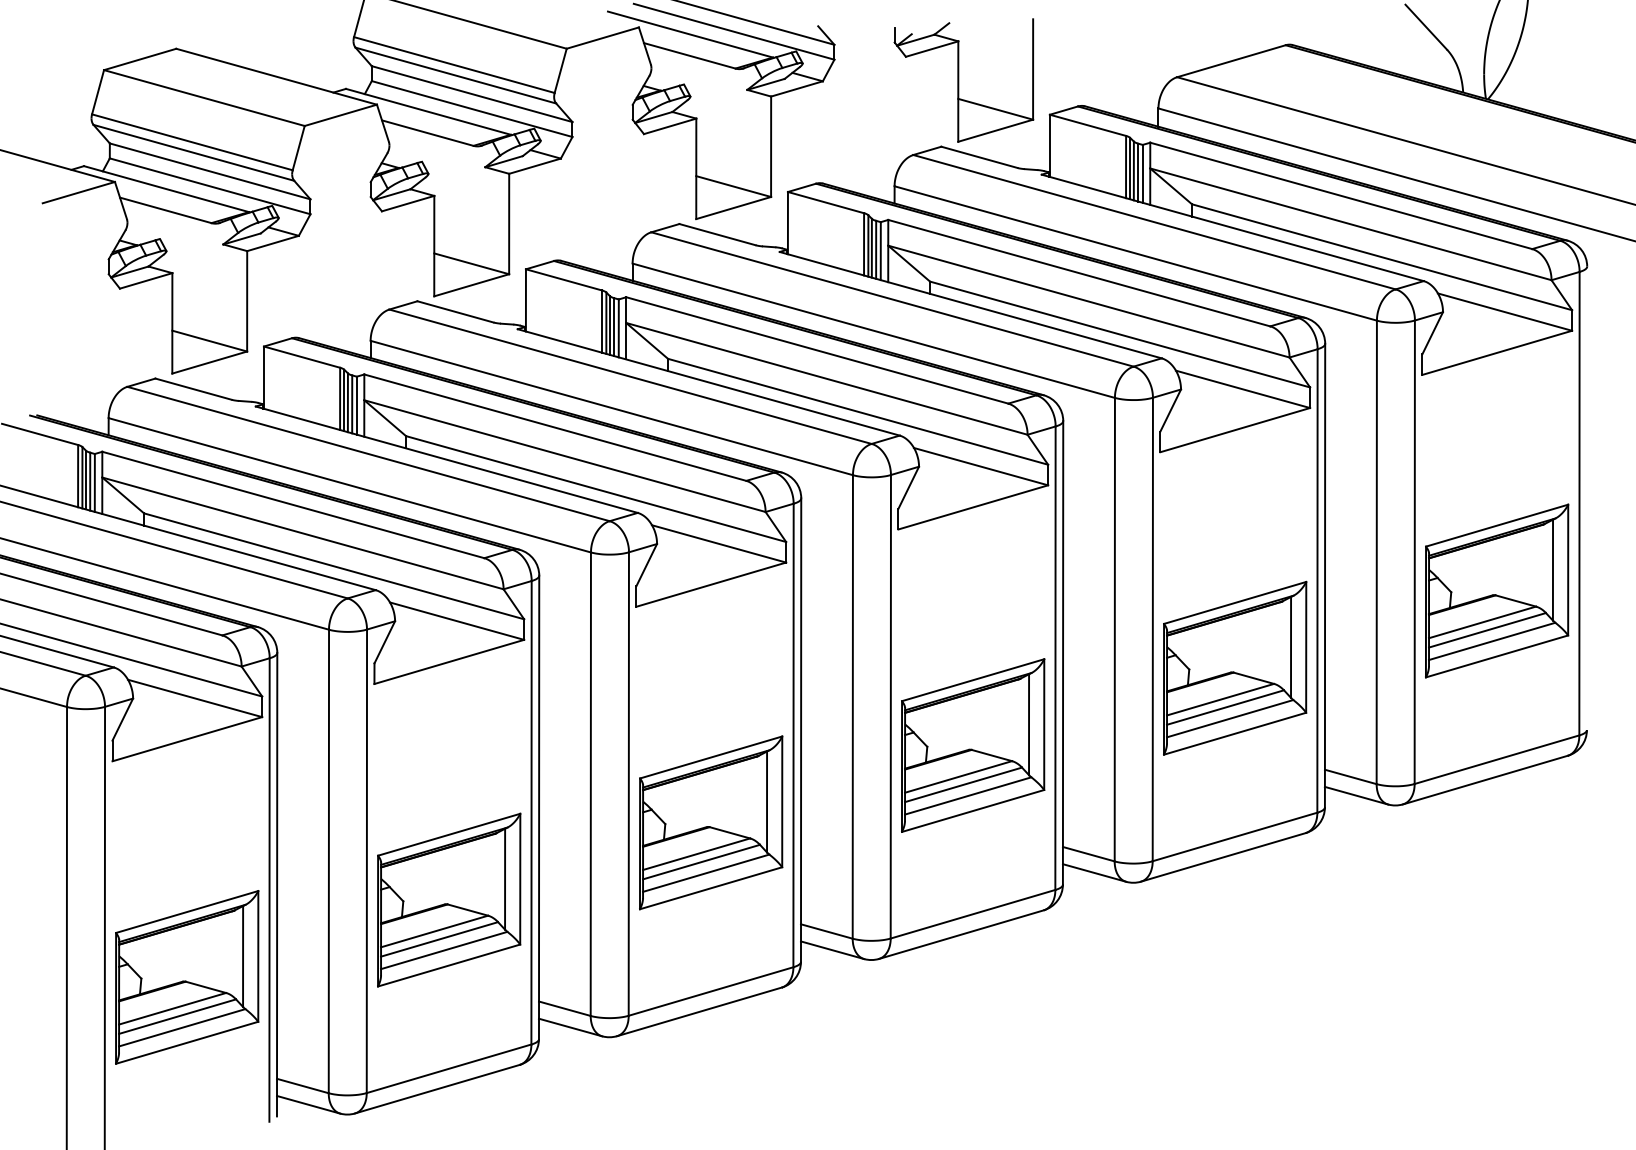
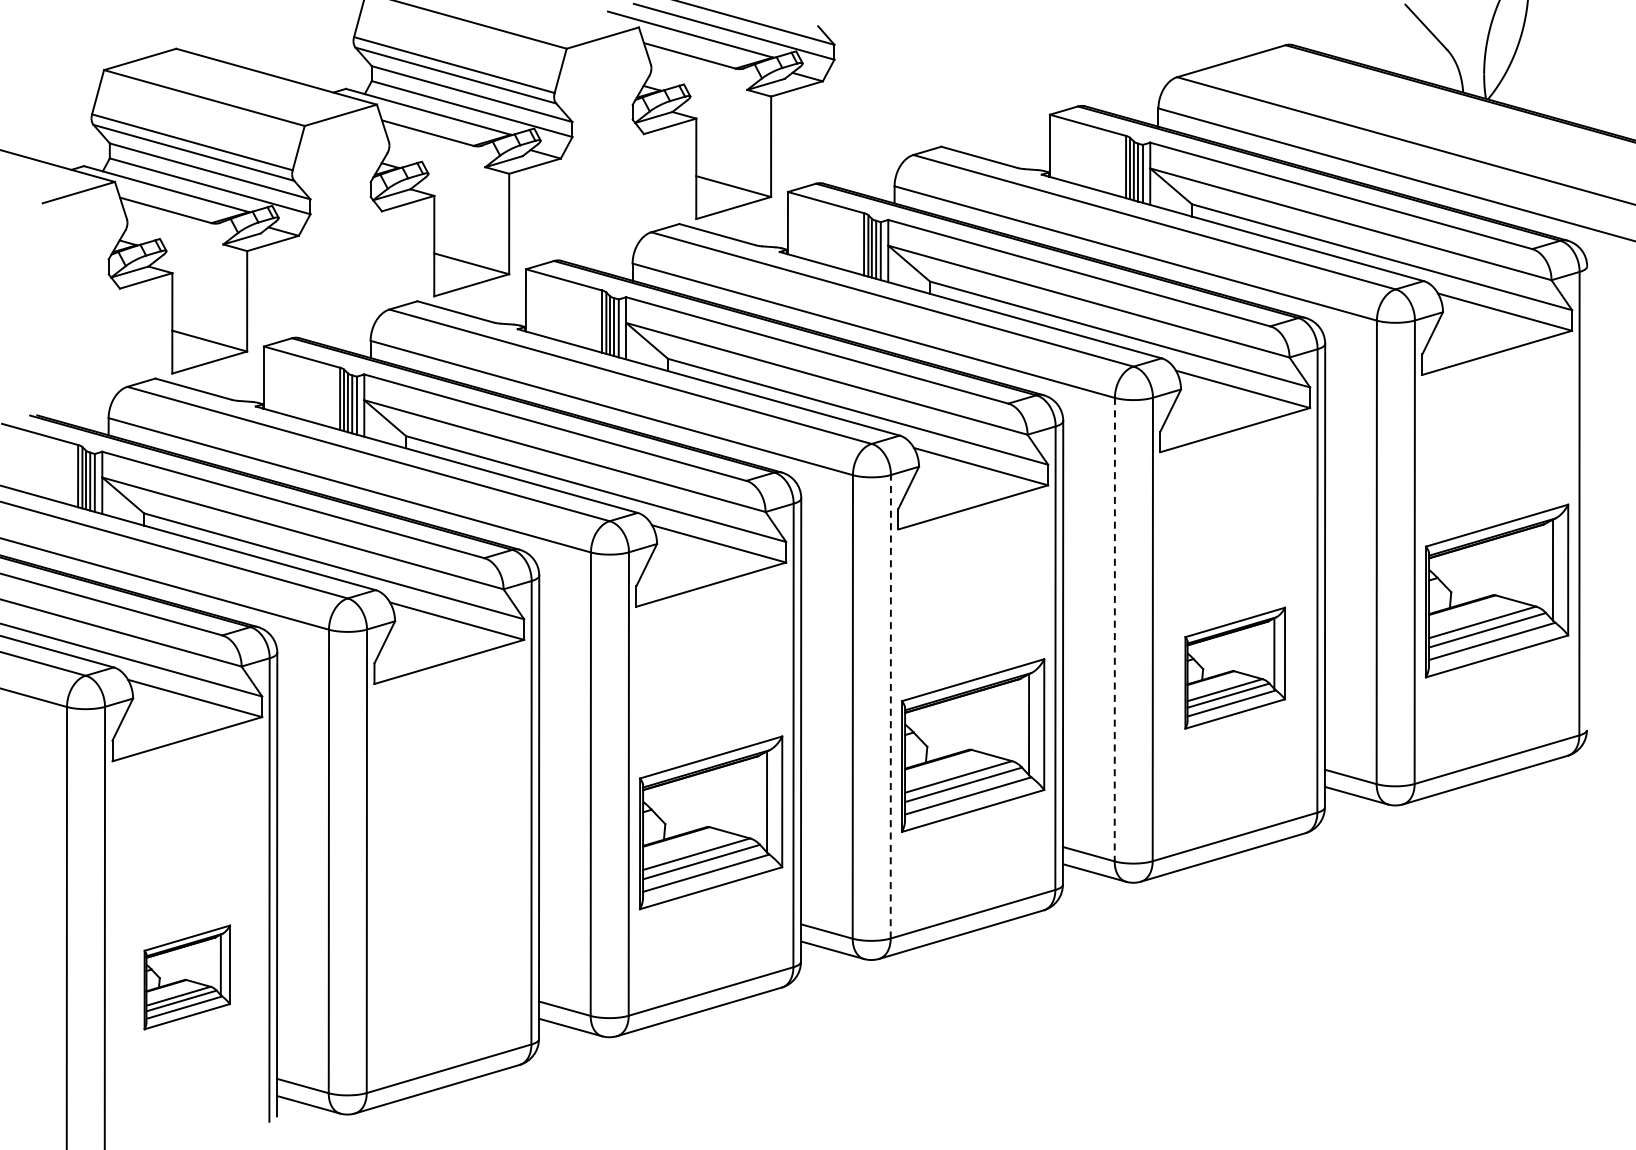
part at (963, 80): present -> none
line at (1114, 629): solid -> dashed
part at (1235, 667) size: 145x176 px -> 102x124 px
line at (890, 706): solid -> dashed
part at (449, 899): present -> none
part at (187, 977) size: 145x175 px -> 88x107 px
